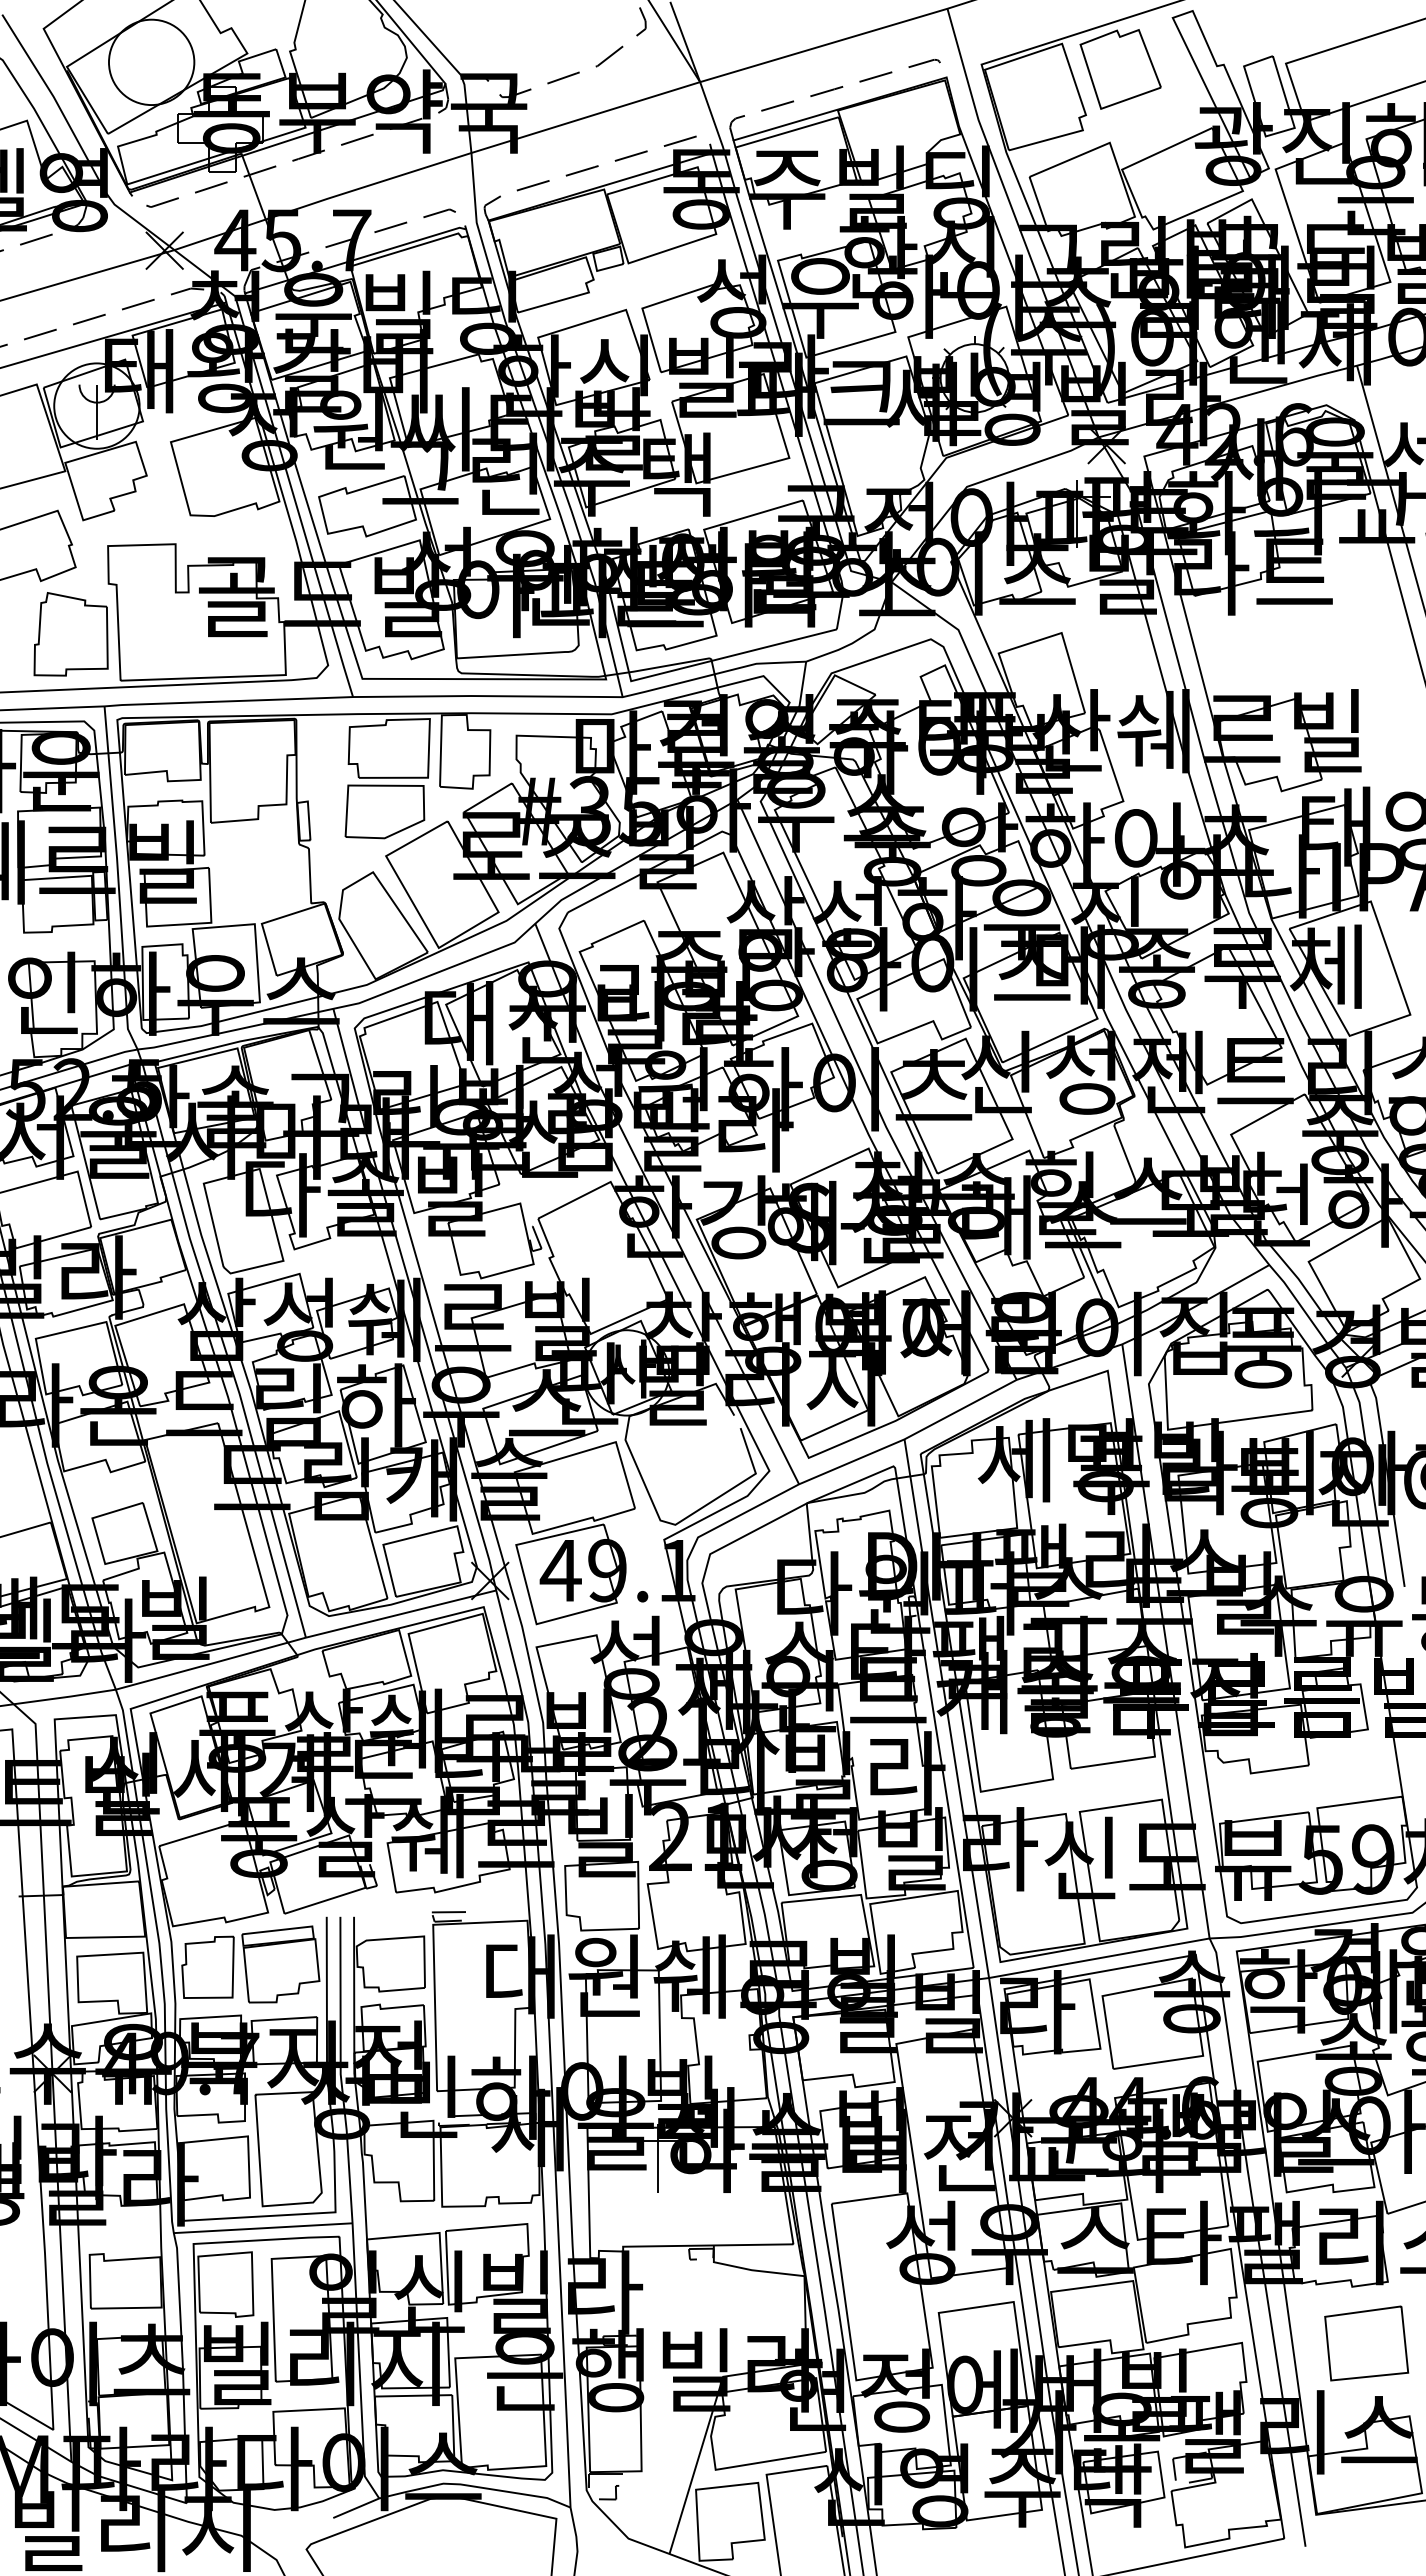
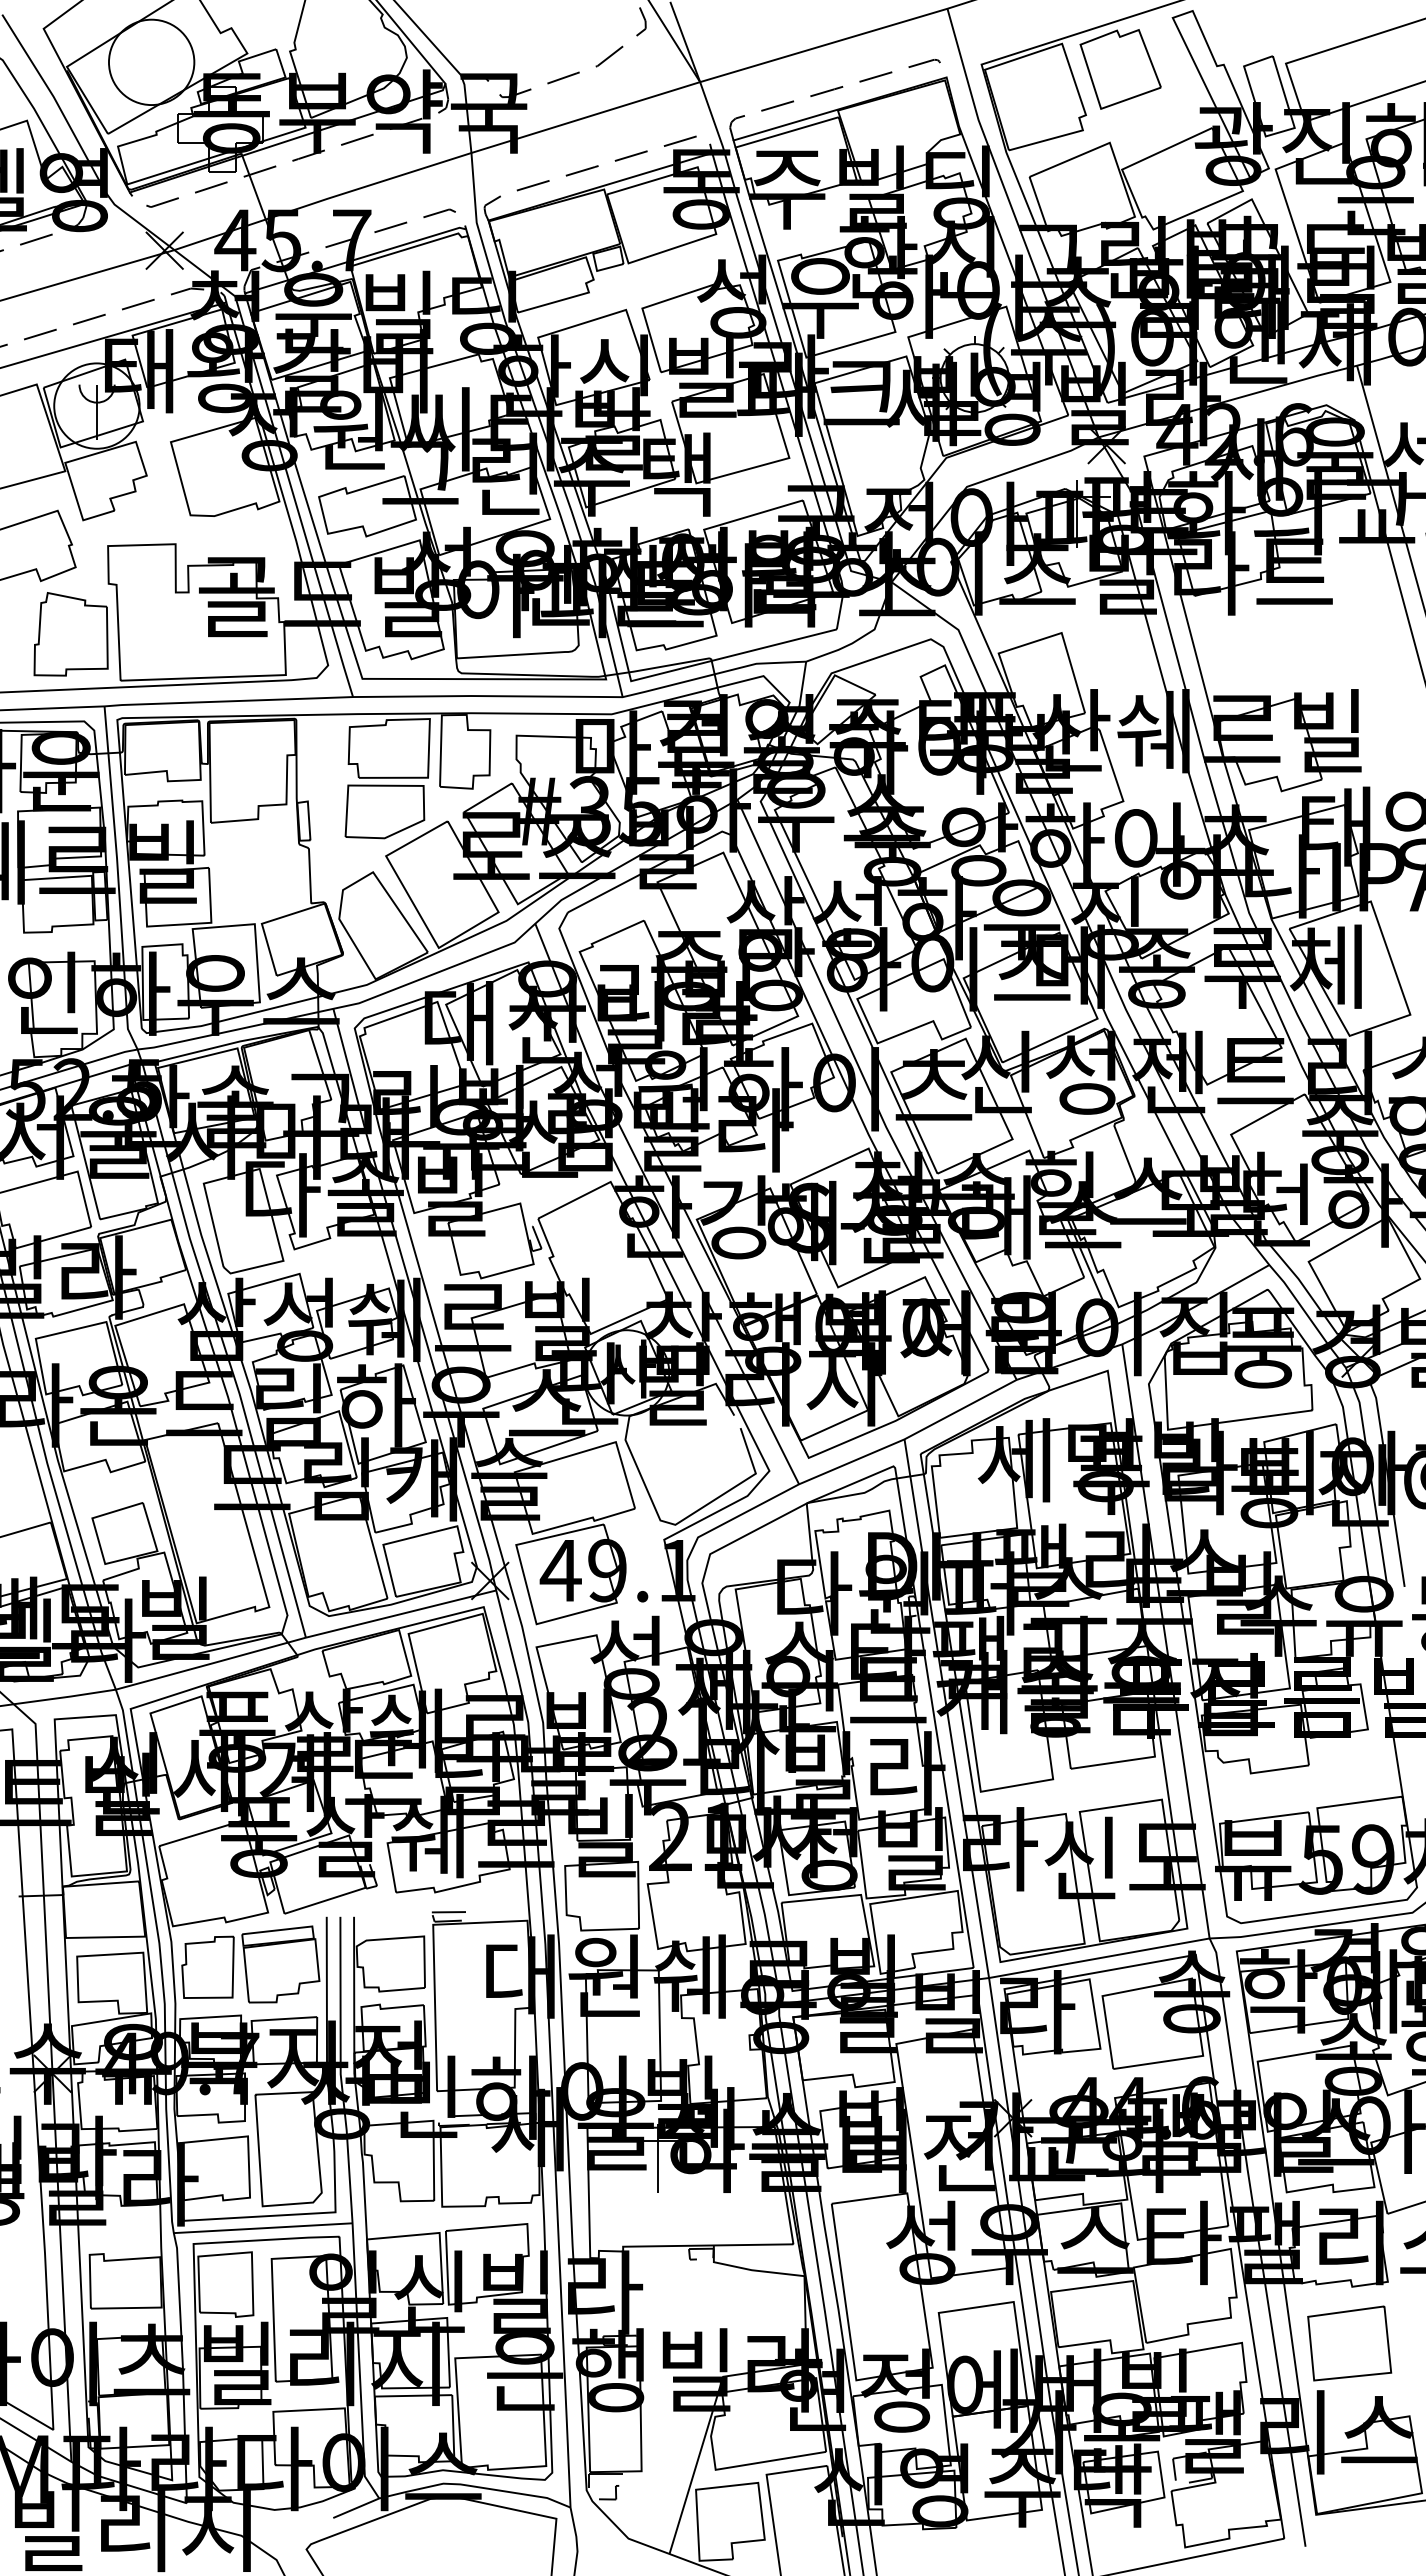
part at (1366, 2343) position: (1366, 2343) -> (1349, 2343)
